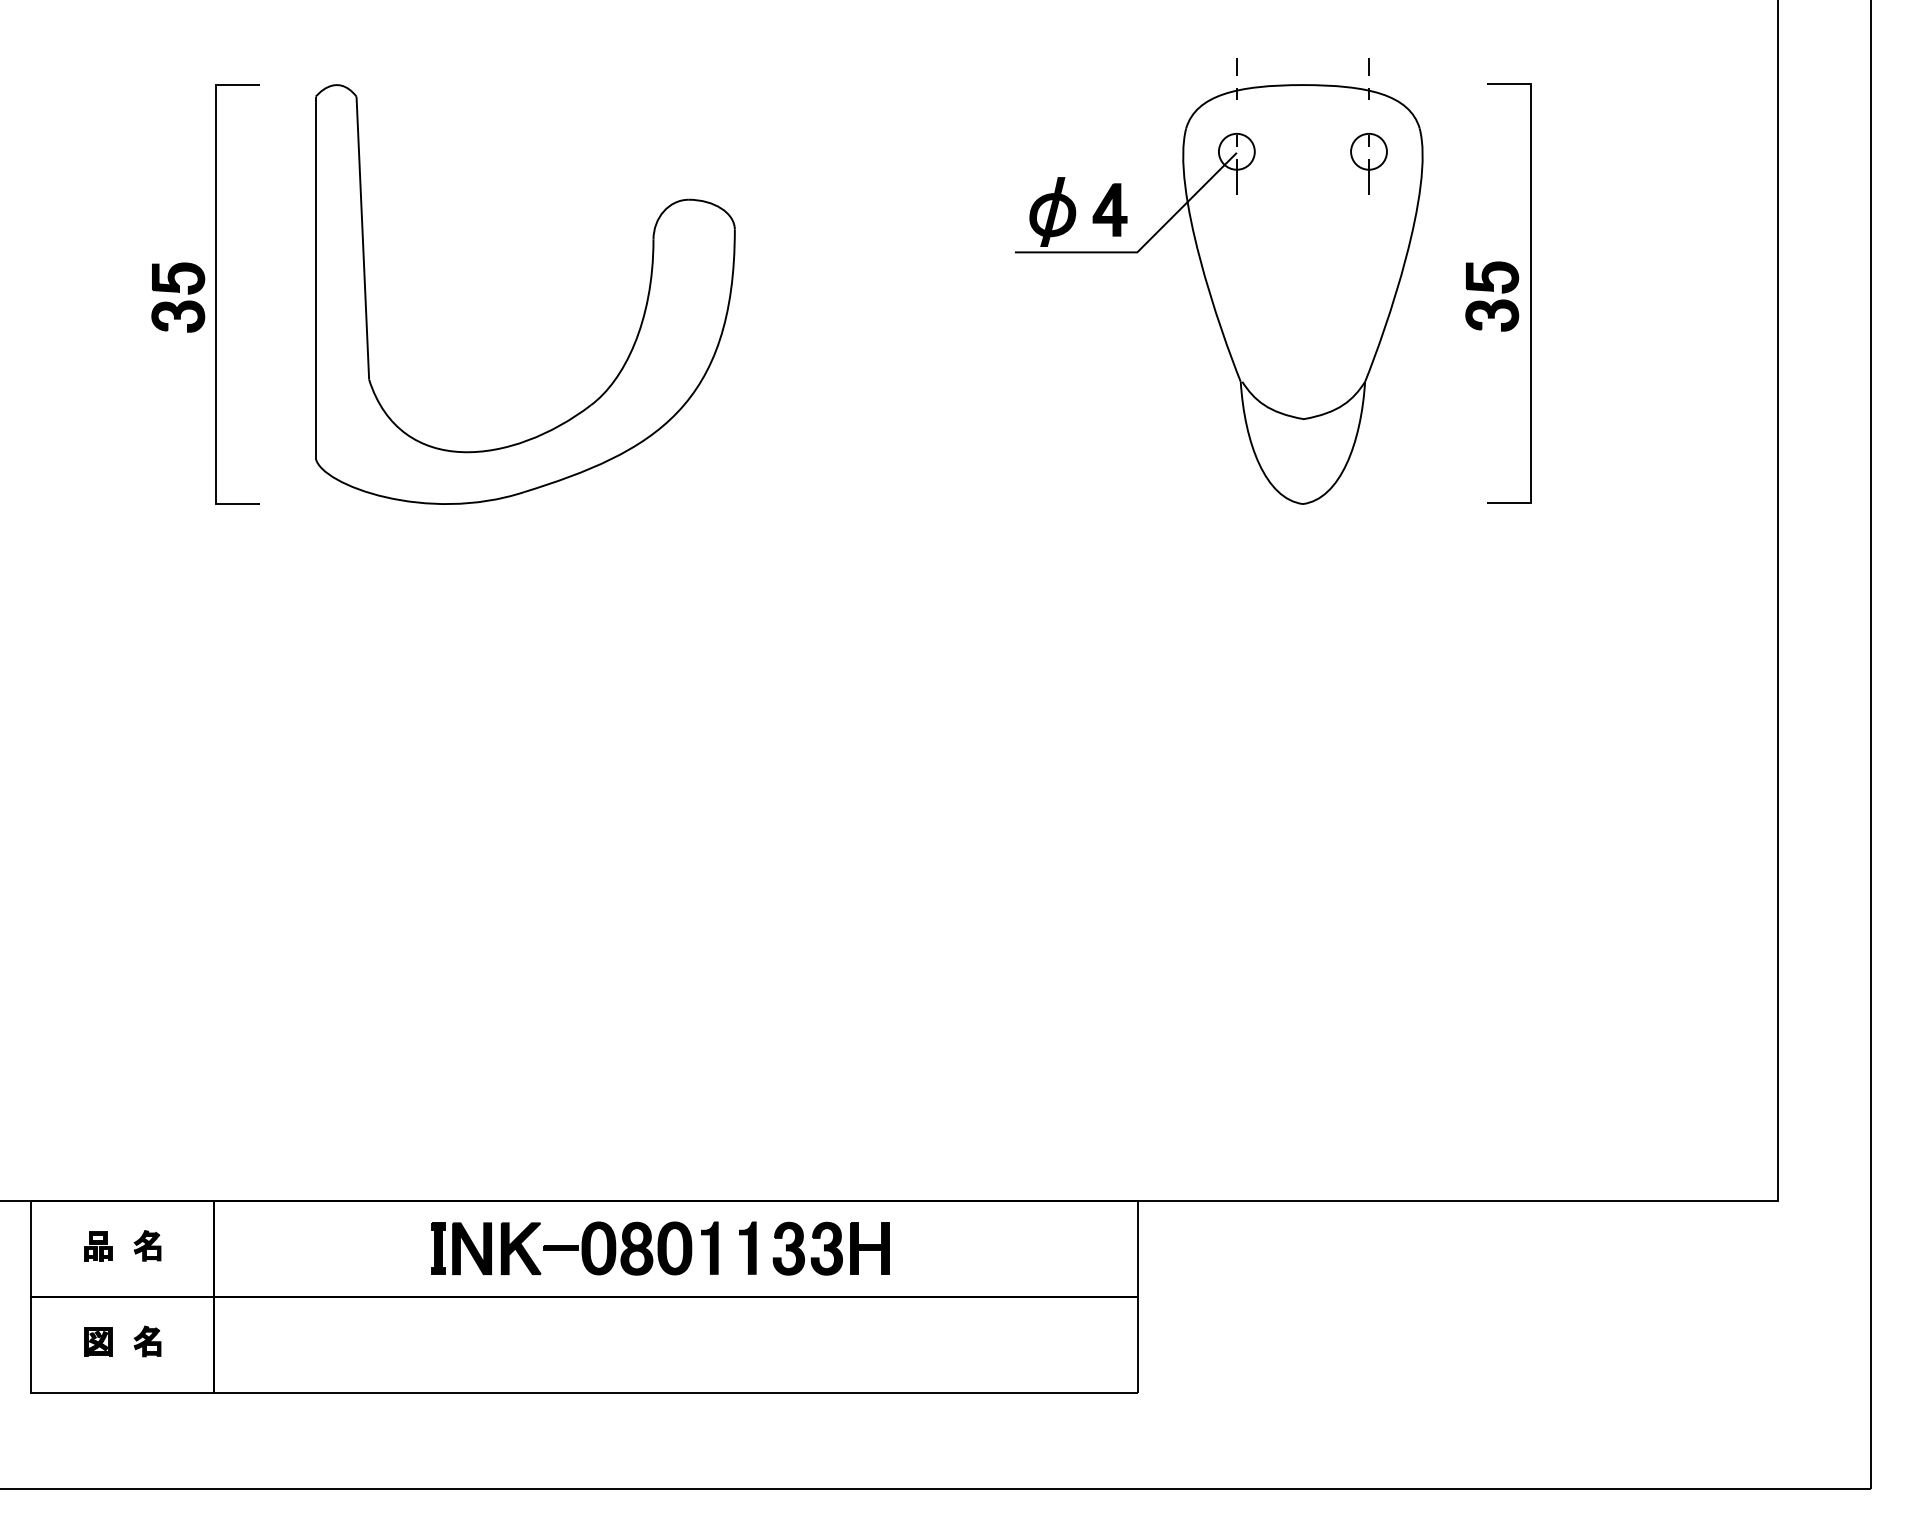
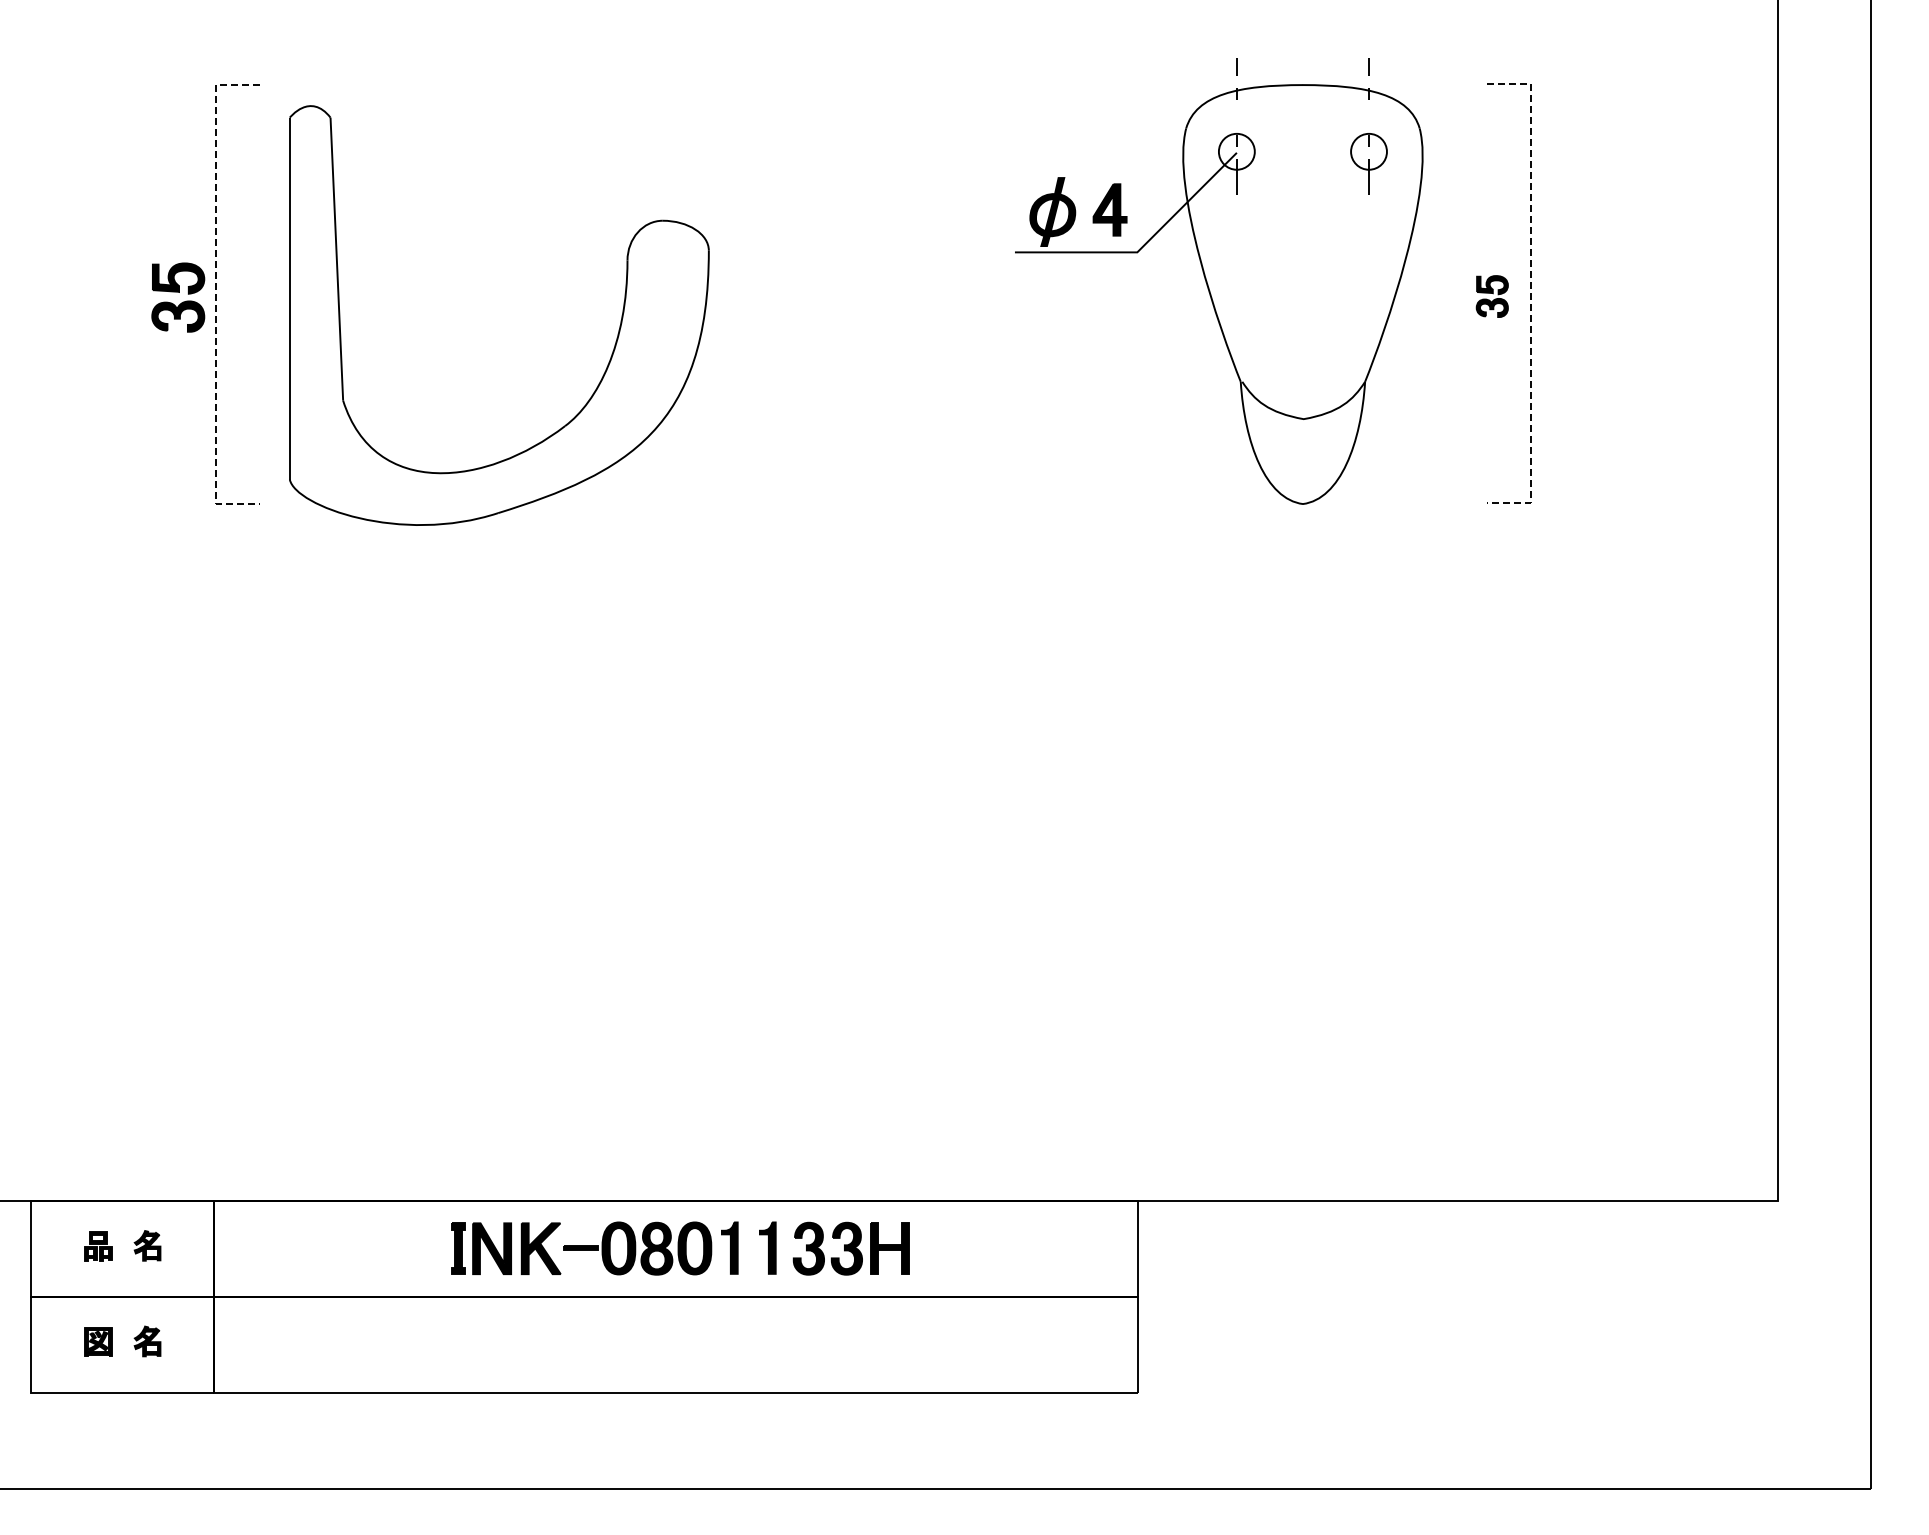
line at (1531, 294): solid -> dashed
line at (215, 295): solid -> dashed
part at (1492, 296) size: 55x71 px -> 34x43 px
part at (636, 335) position: (636, 335) -> (610, 356)
part at (660, 1248) position: (660, 1248) -> (680, 1248)
